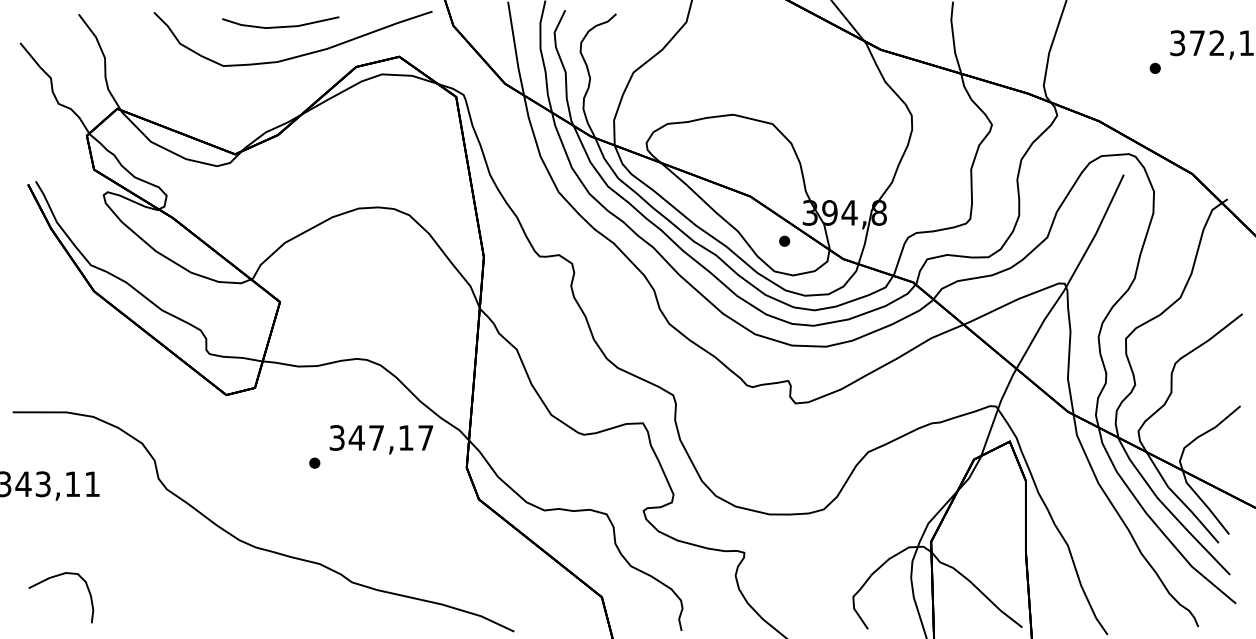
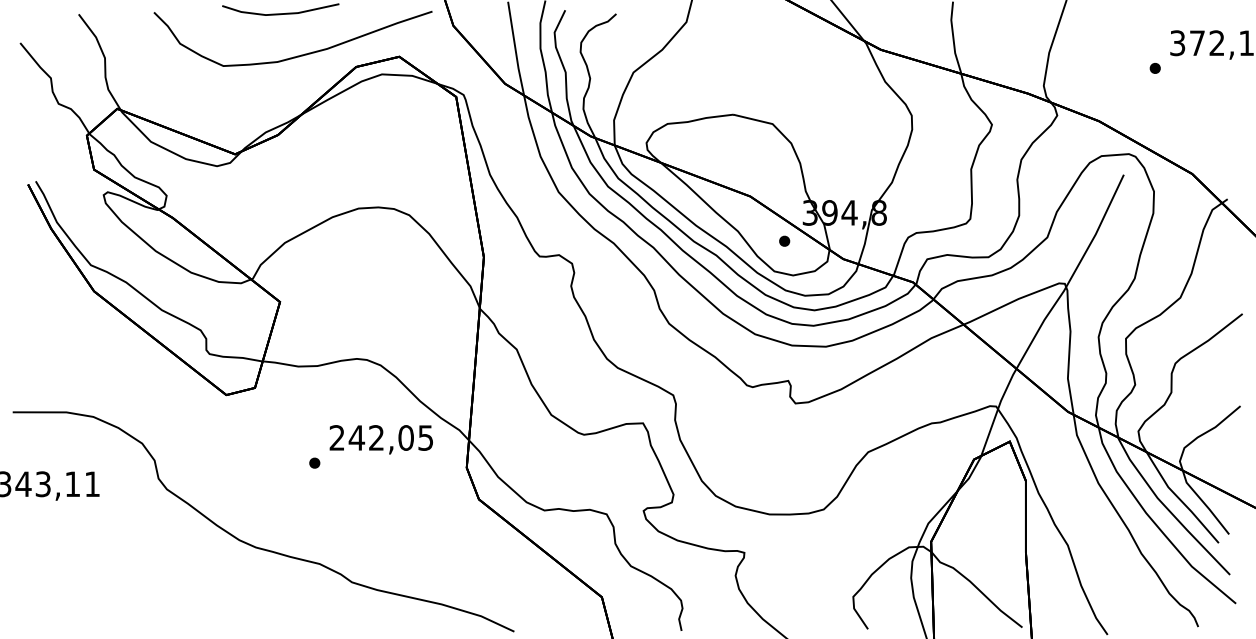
line at (280, 26) position: (280, 26) -> (280, 13)
text at (381, 437): 347,17 -> 242,05
curve at (55, 577): present -> none
